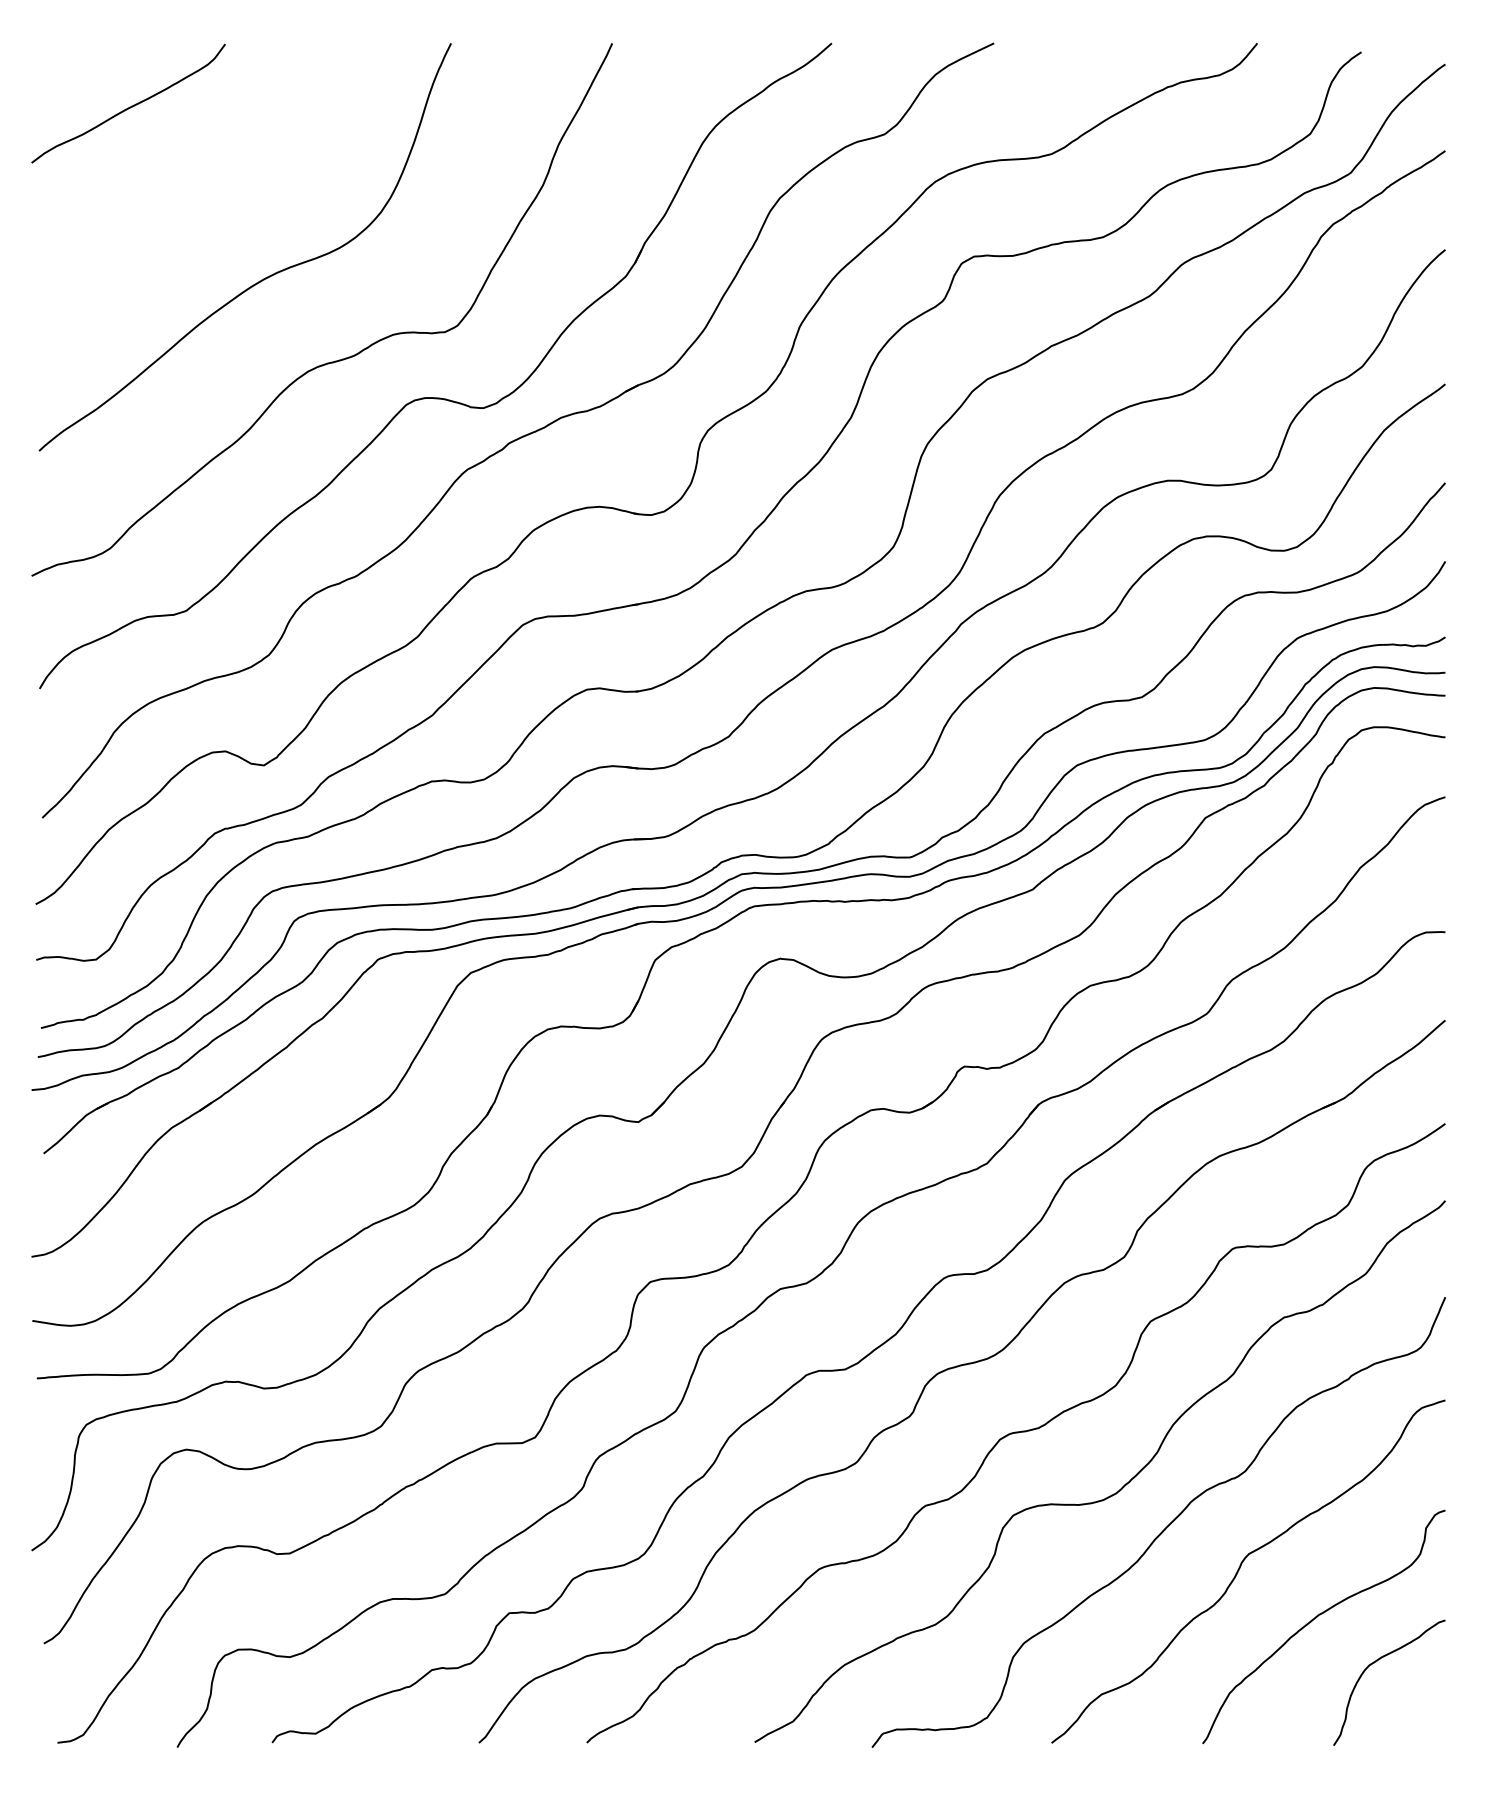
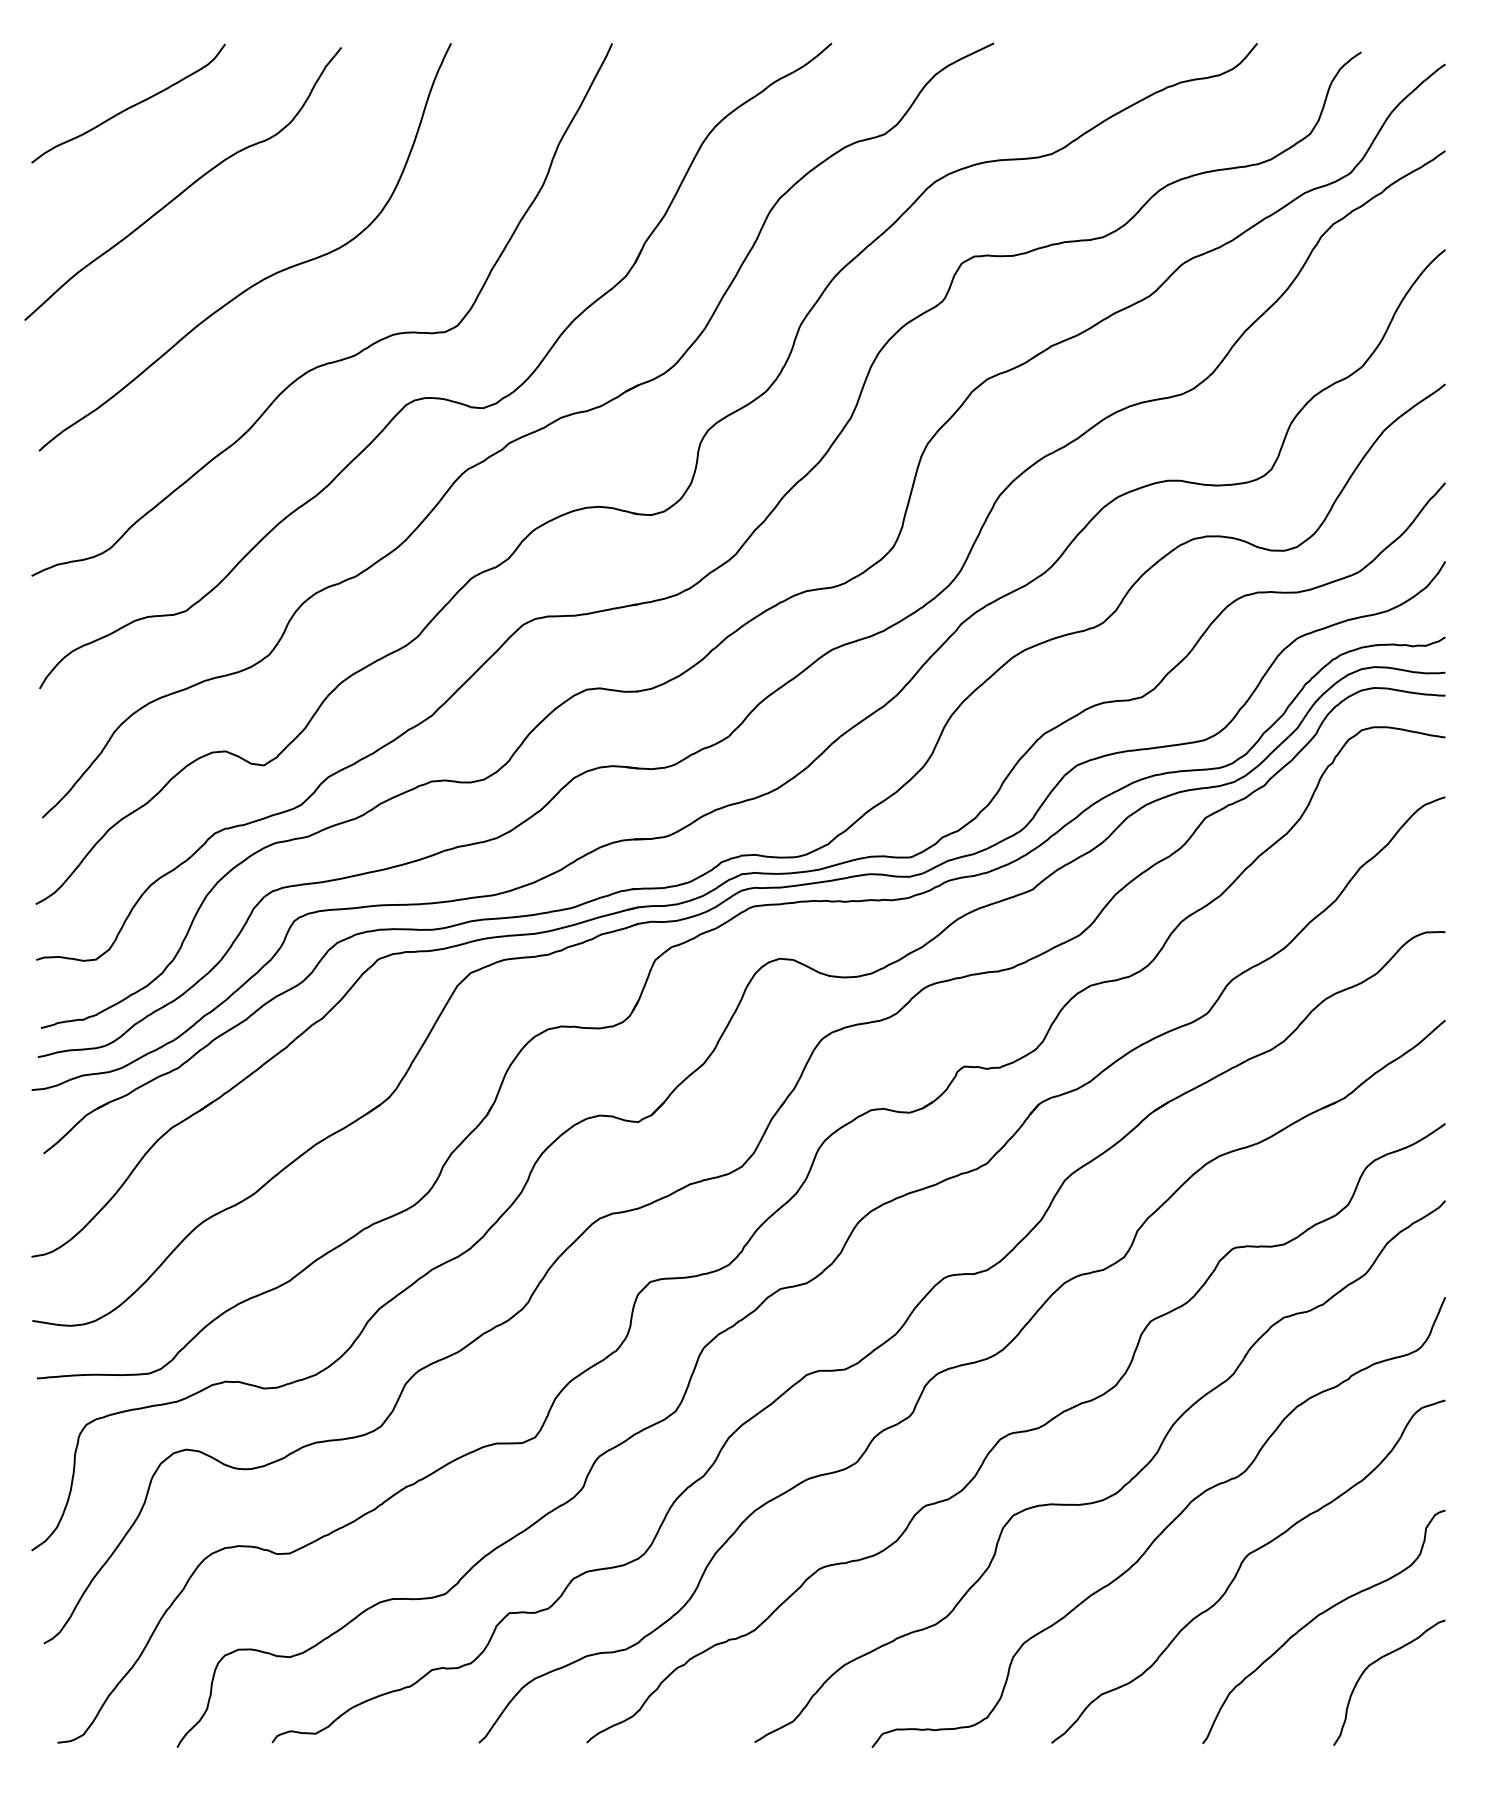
curve at (186, 187): none -> present
